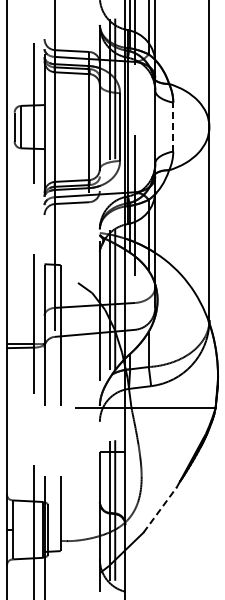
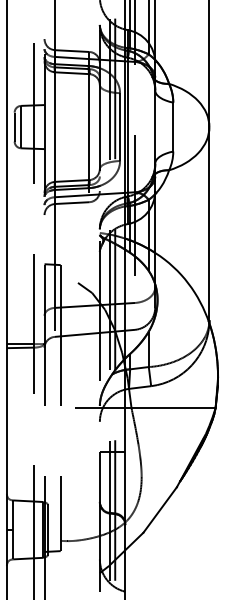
line at (173, 126): dashed -> solid
line at (160, 509): dashed -> solid
